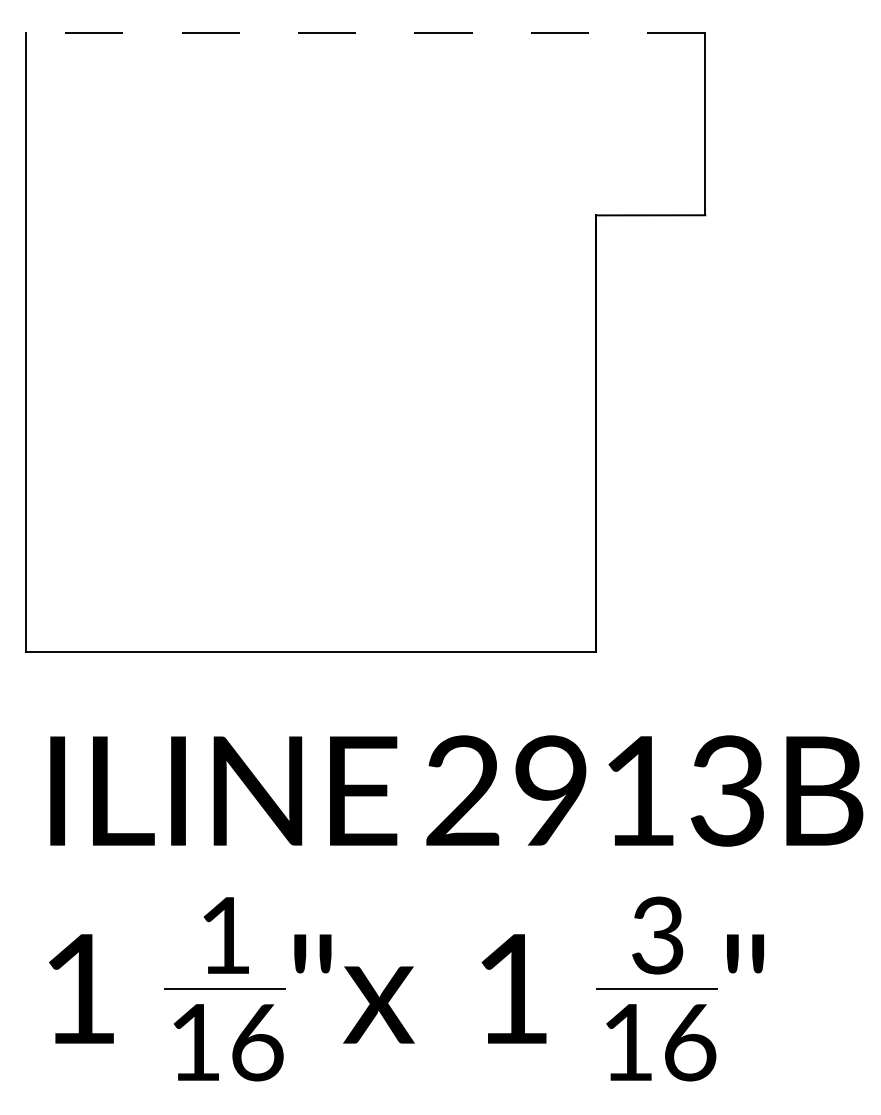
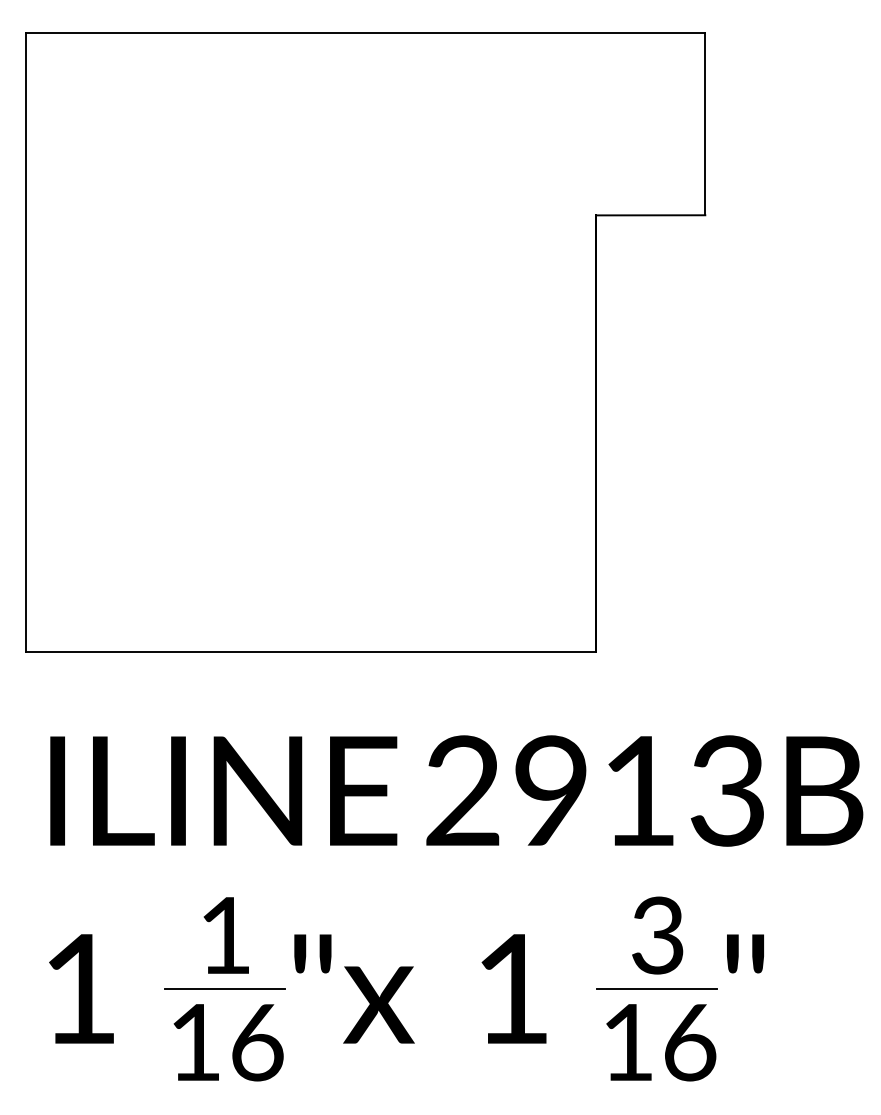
line at (365, 33): dashed -> solid
